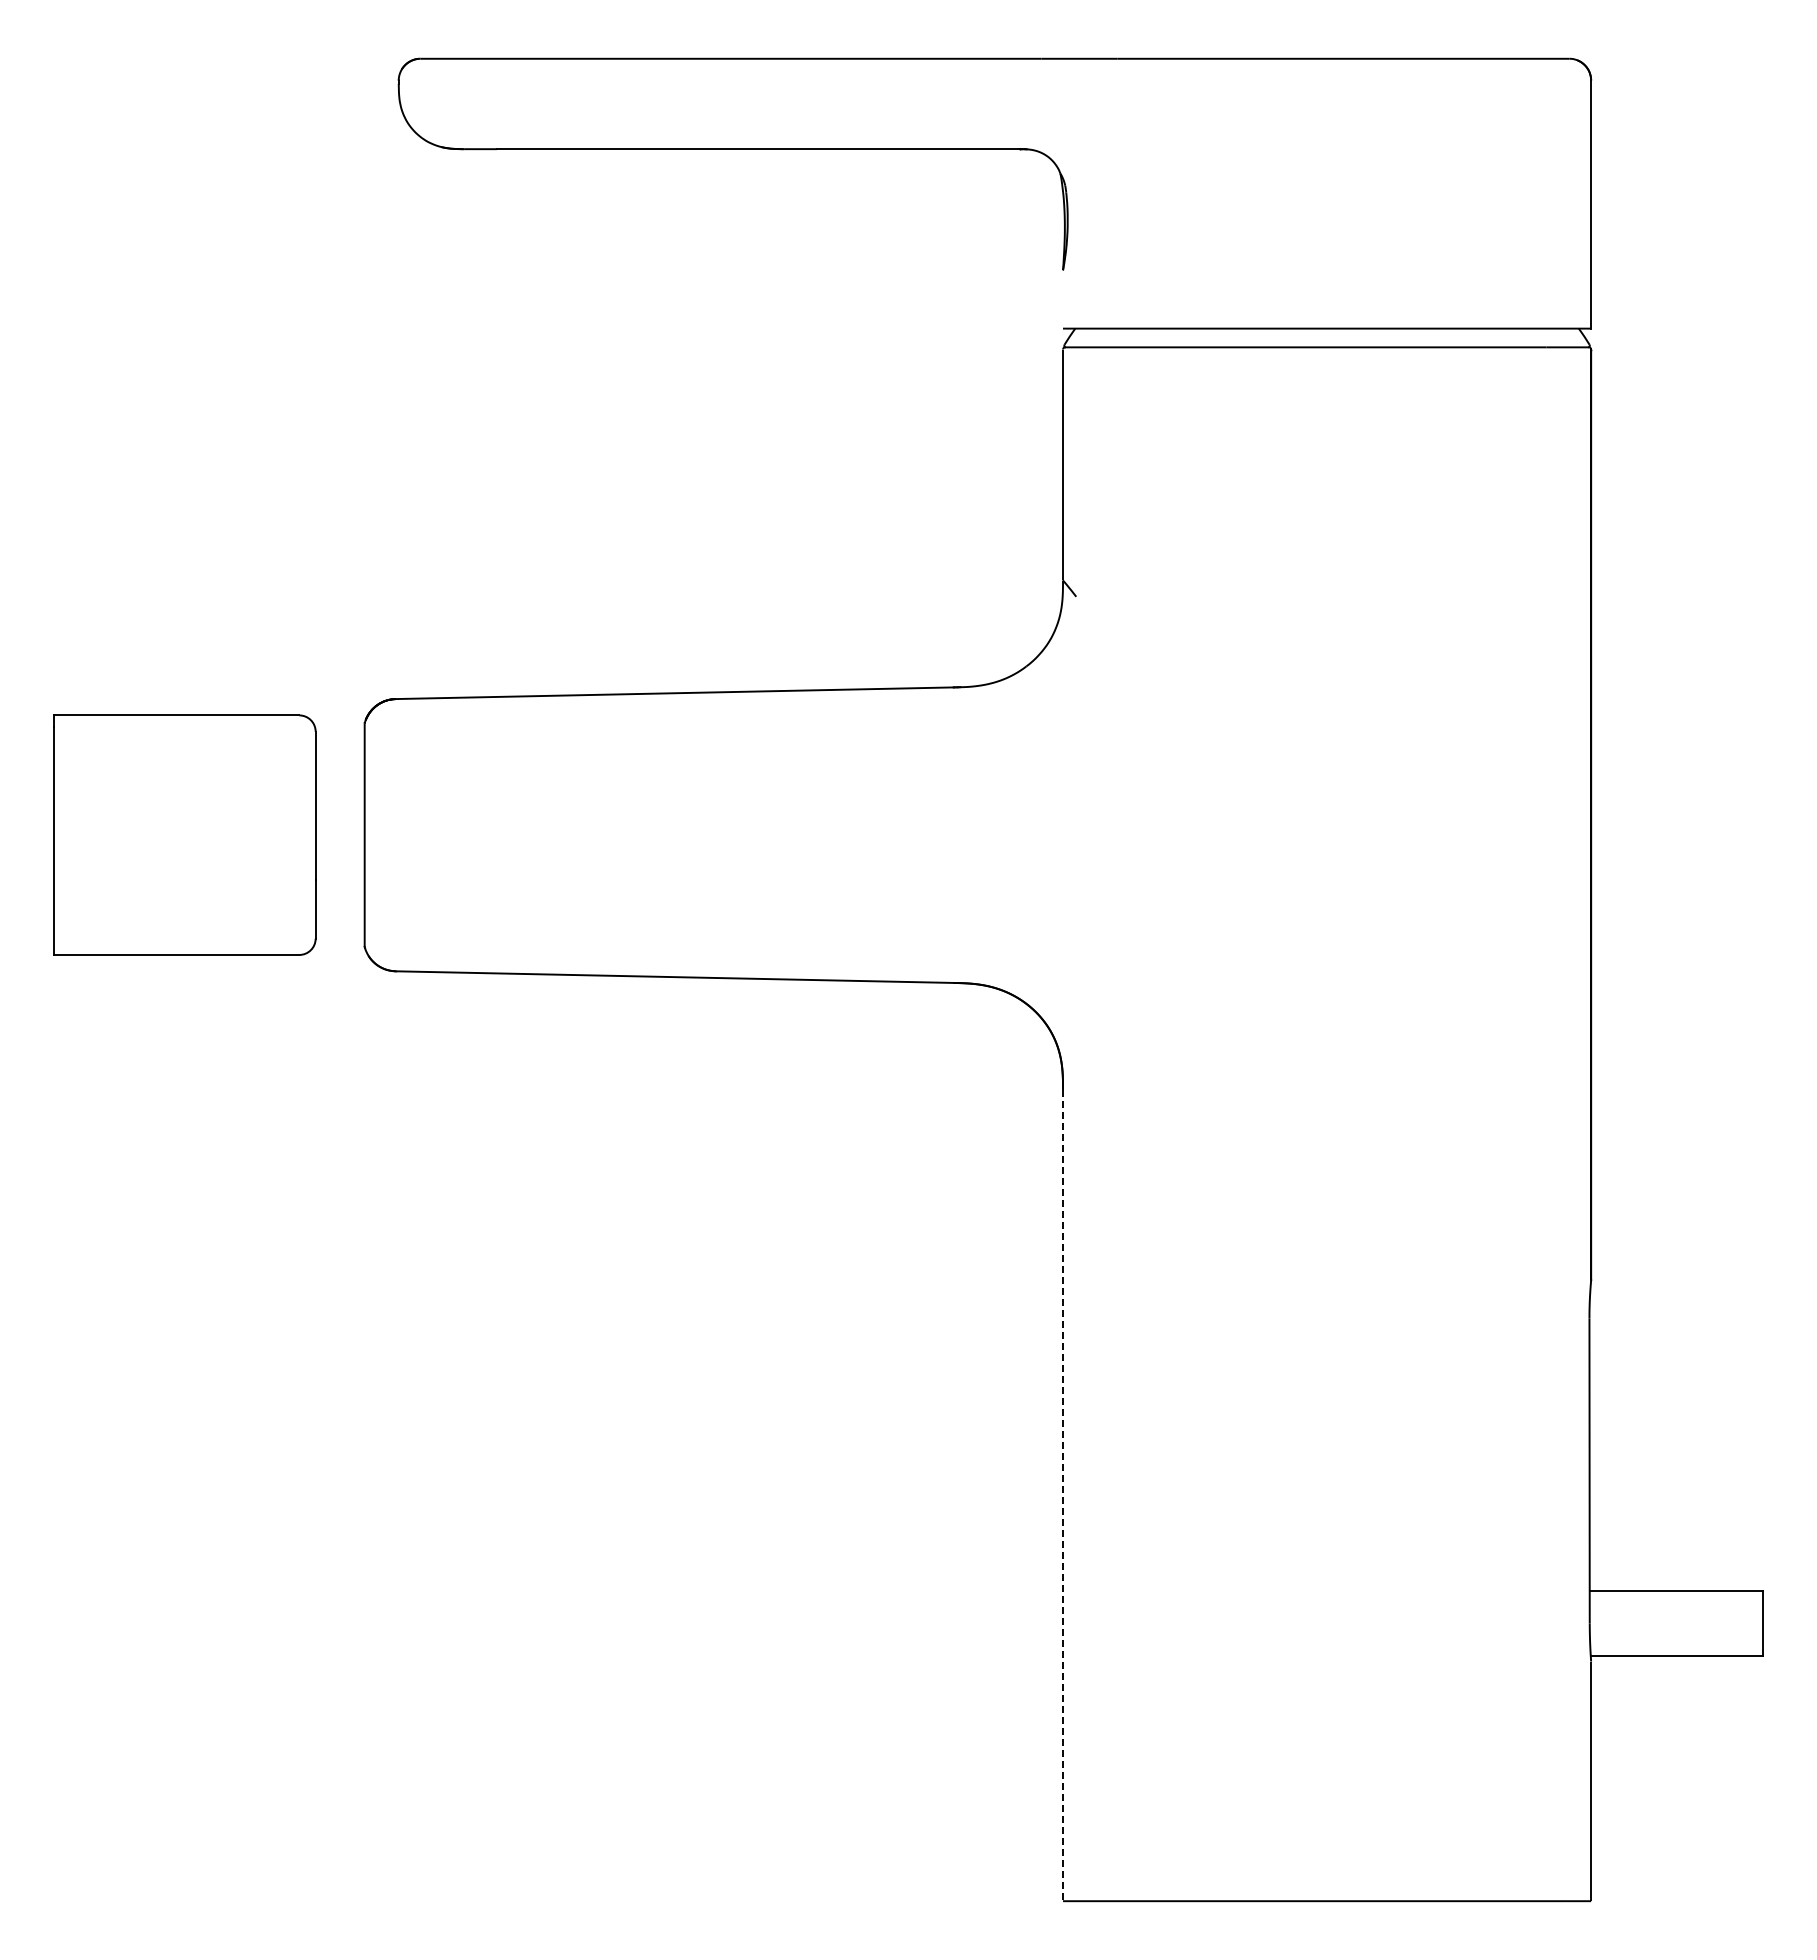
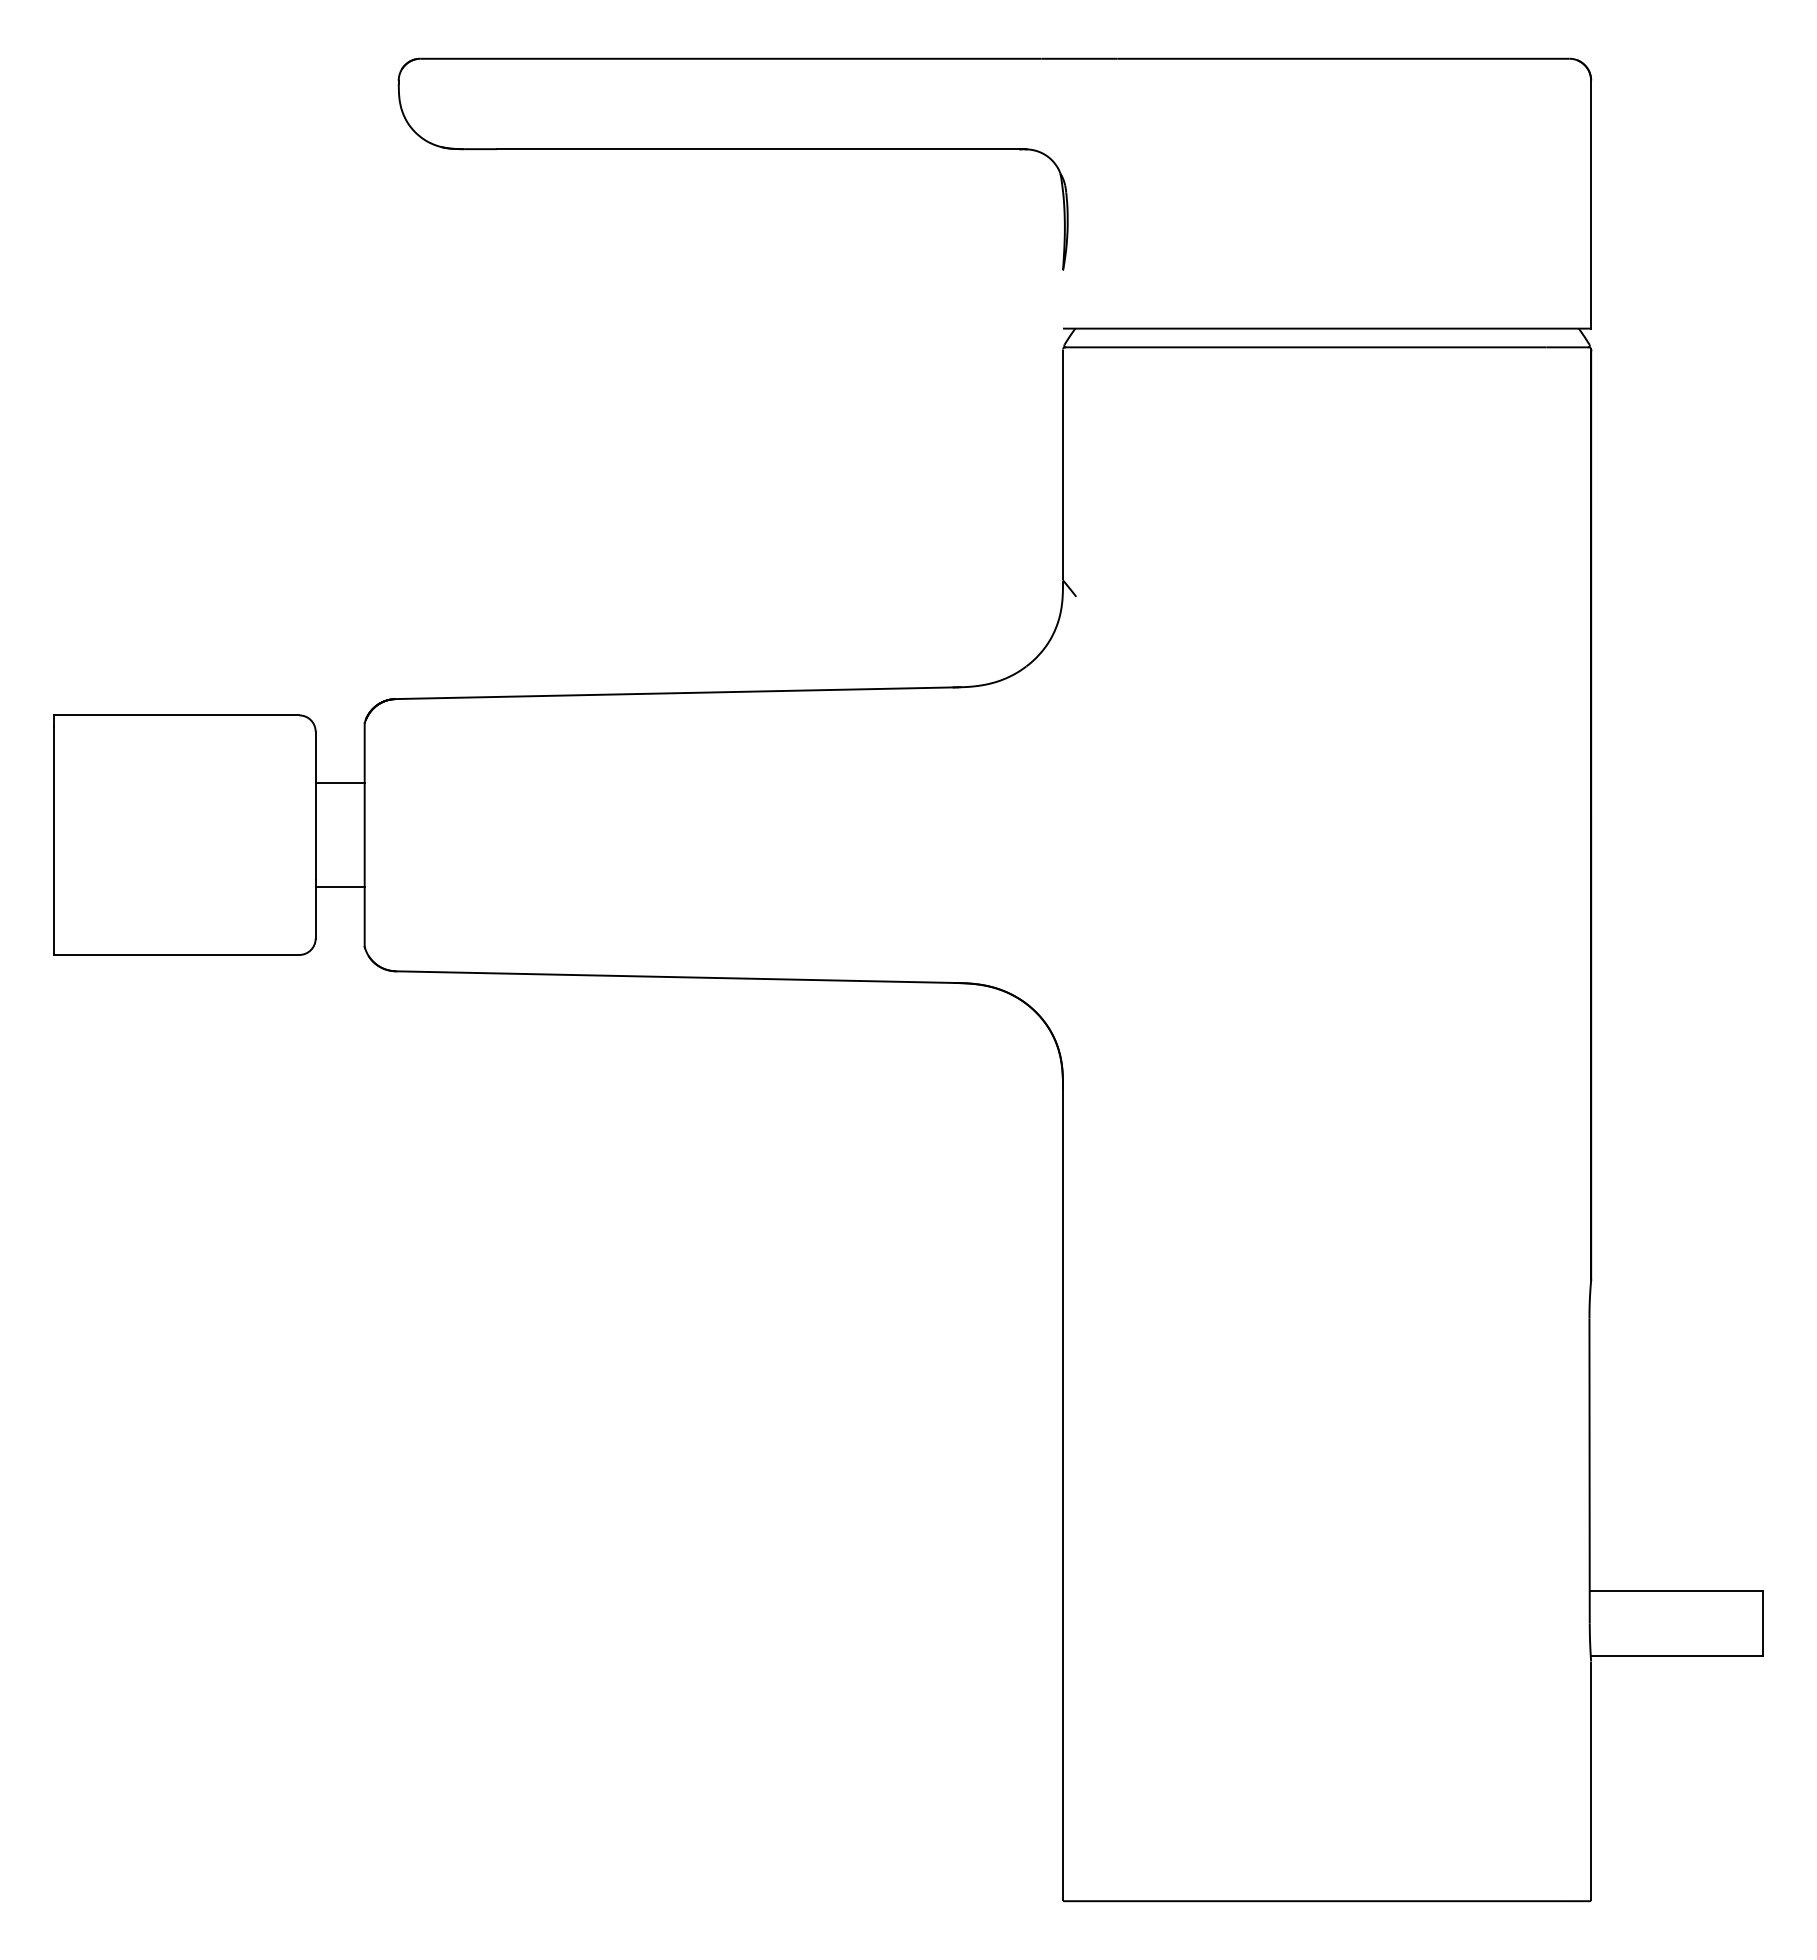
line at (339, 783): none -> present
line at (339, 886): none -> present
line at (1063, 1495): dashed -> solid
